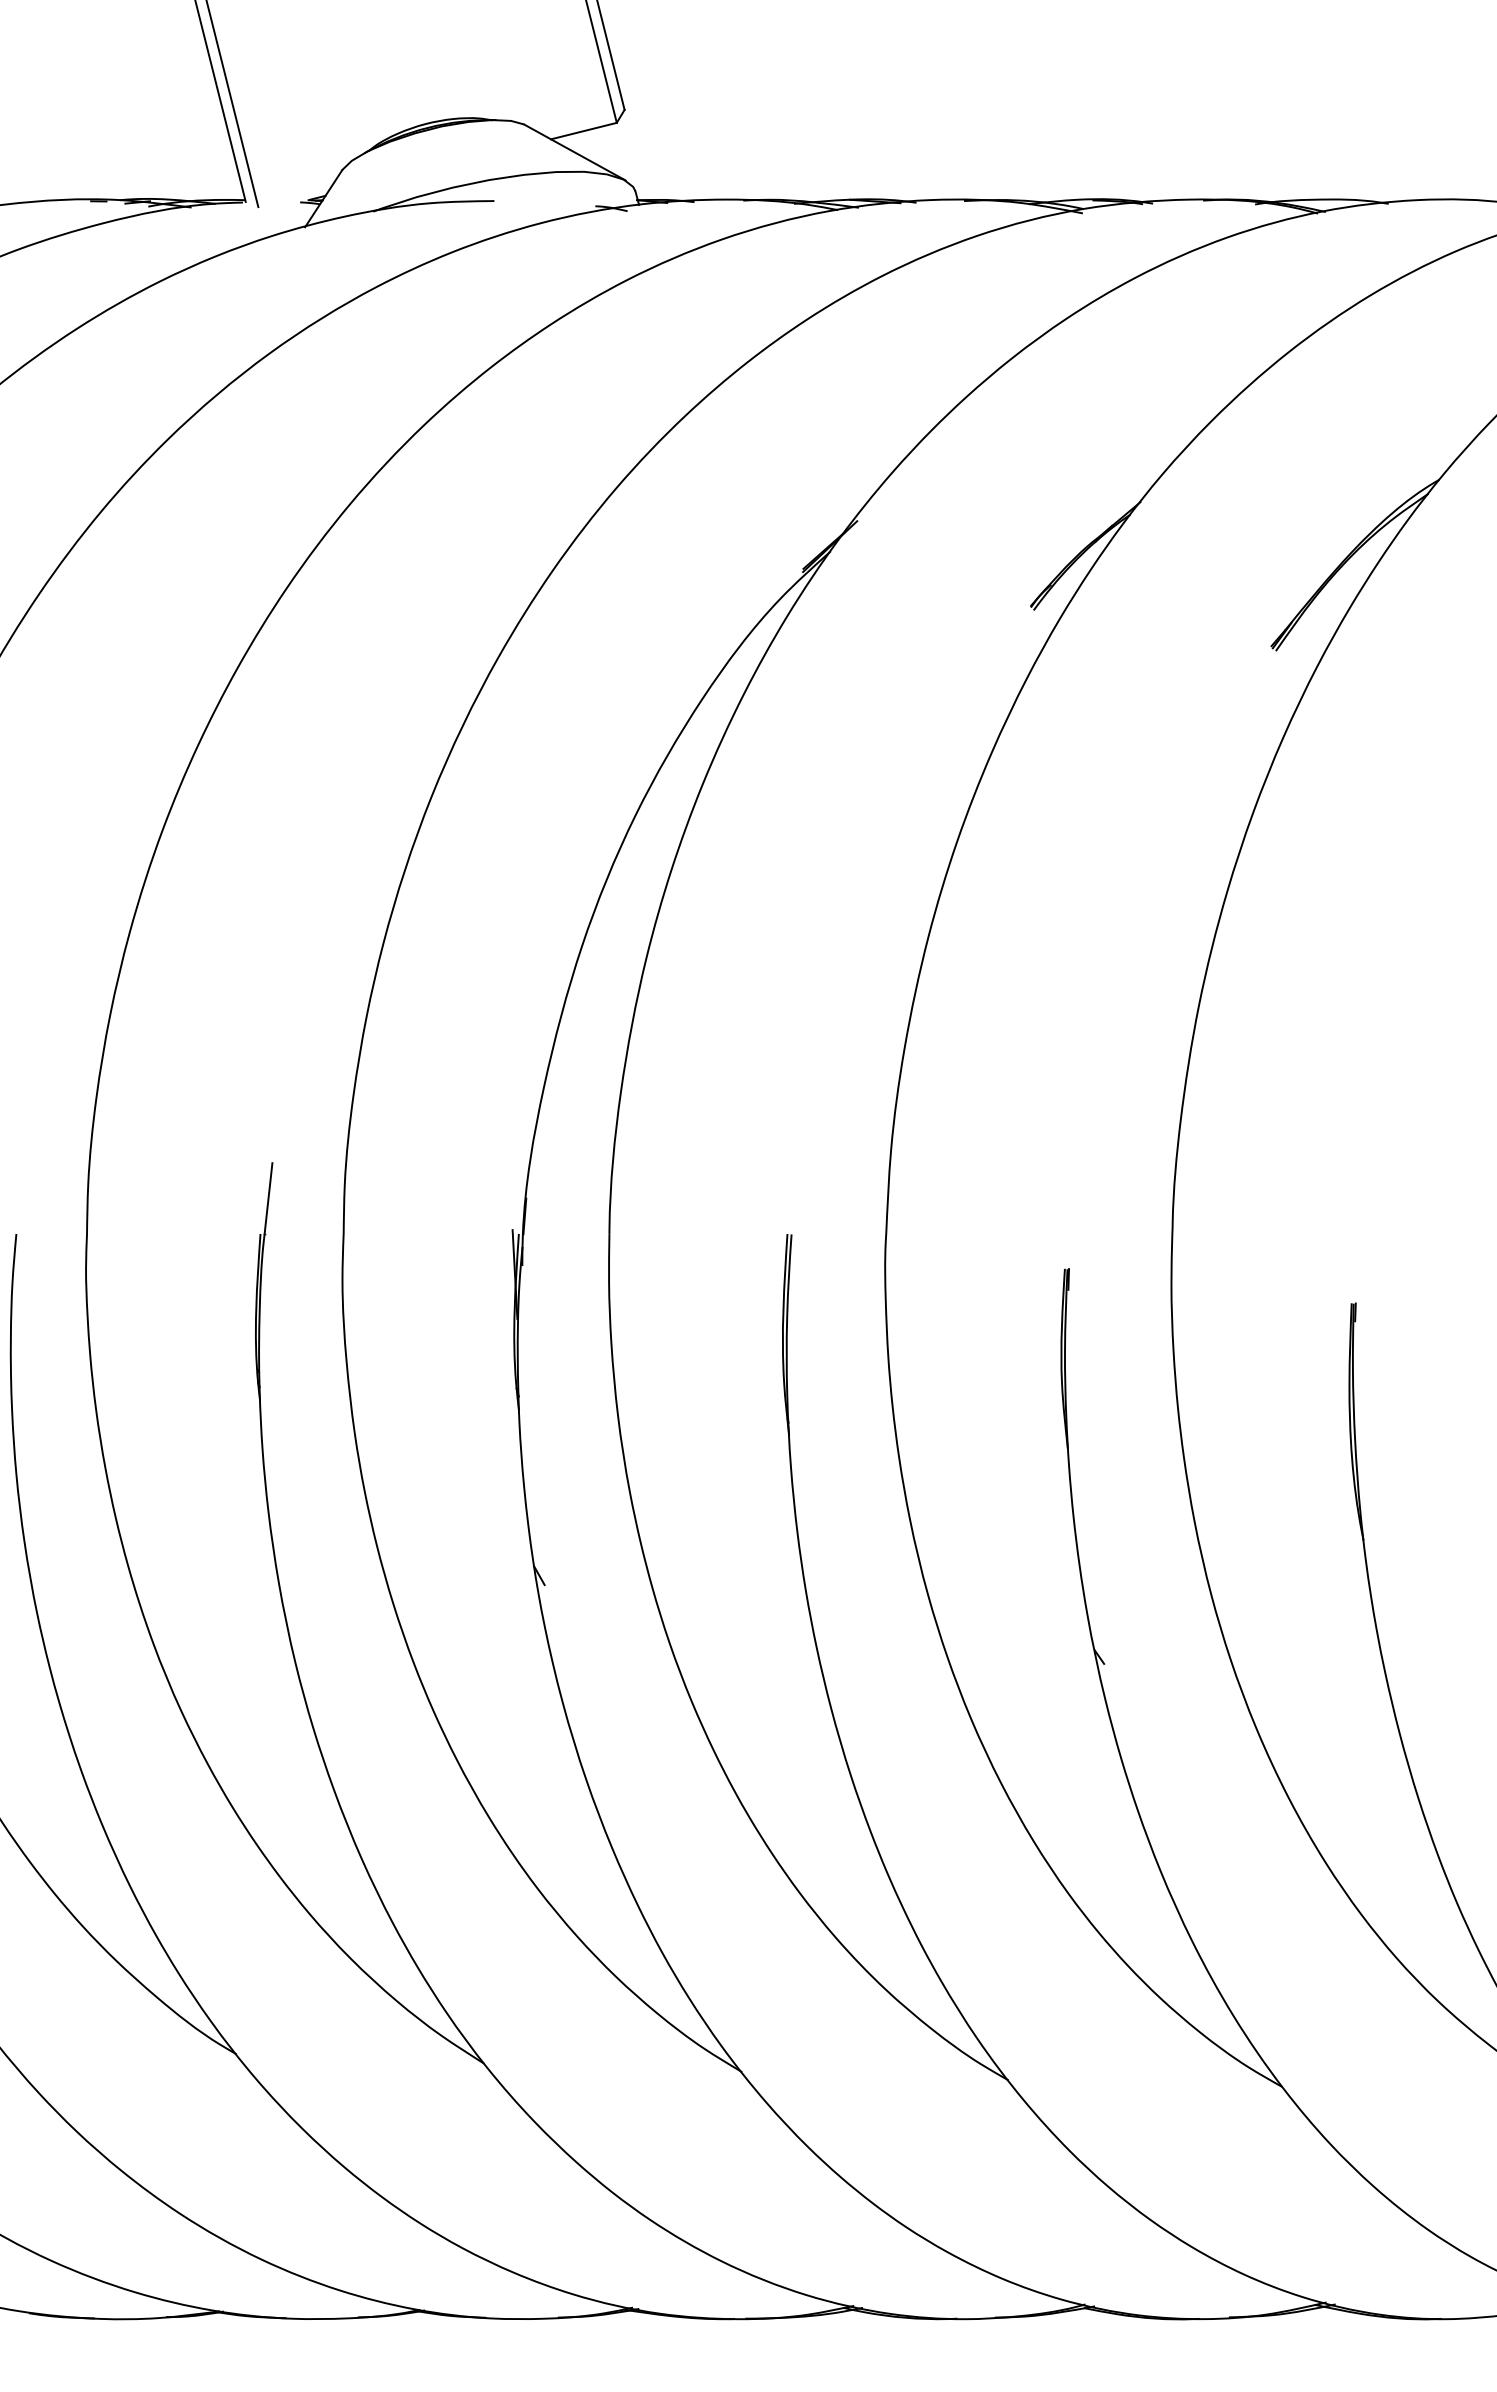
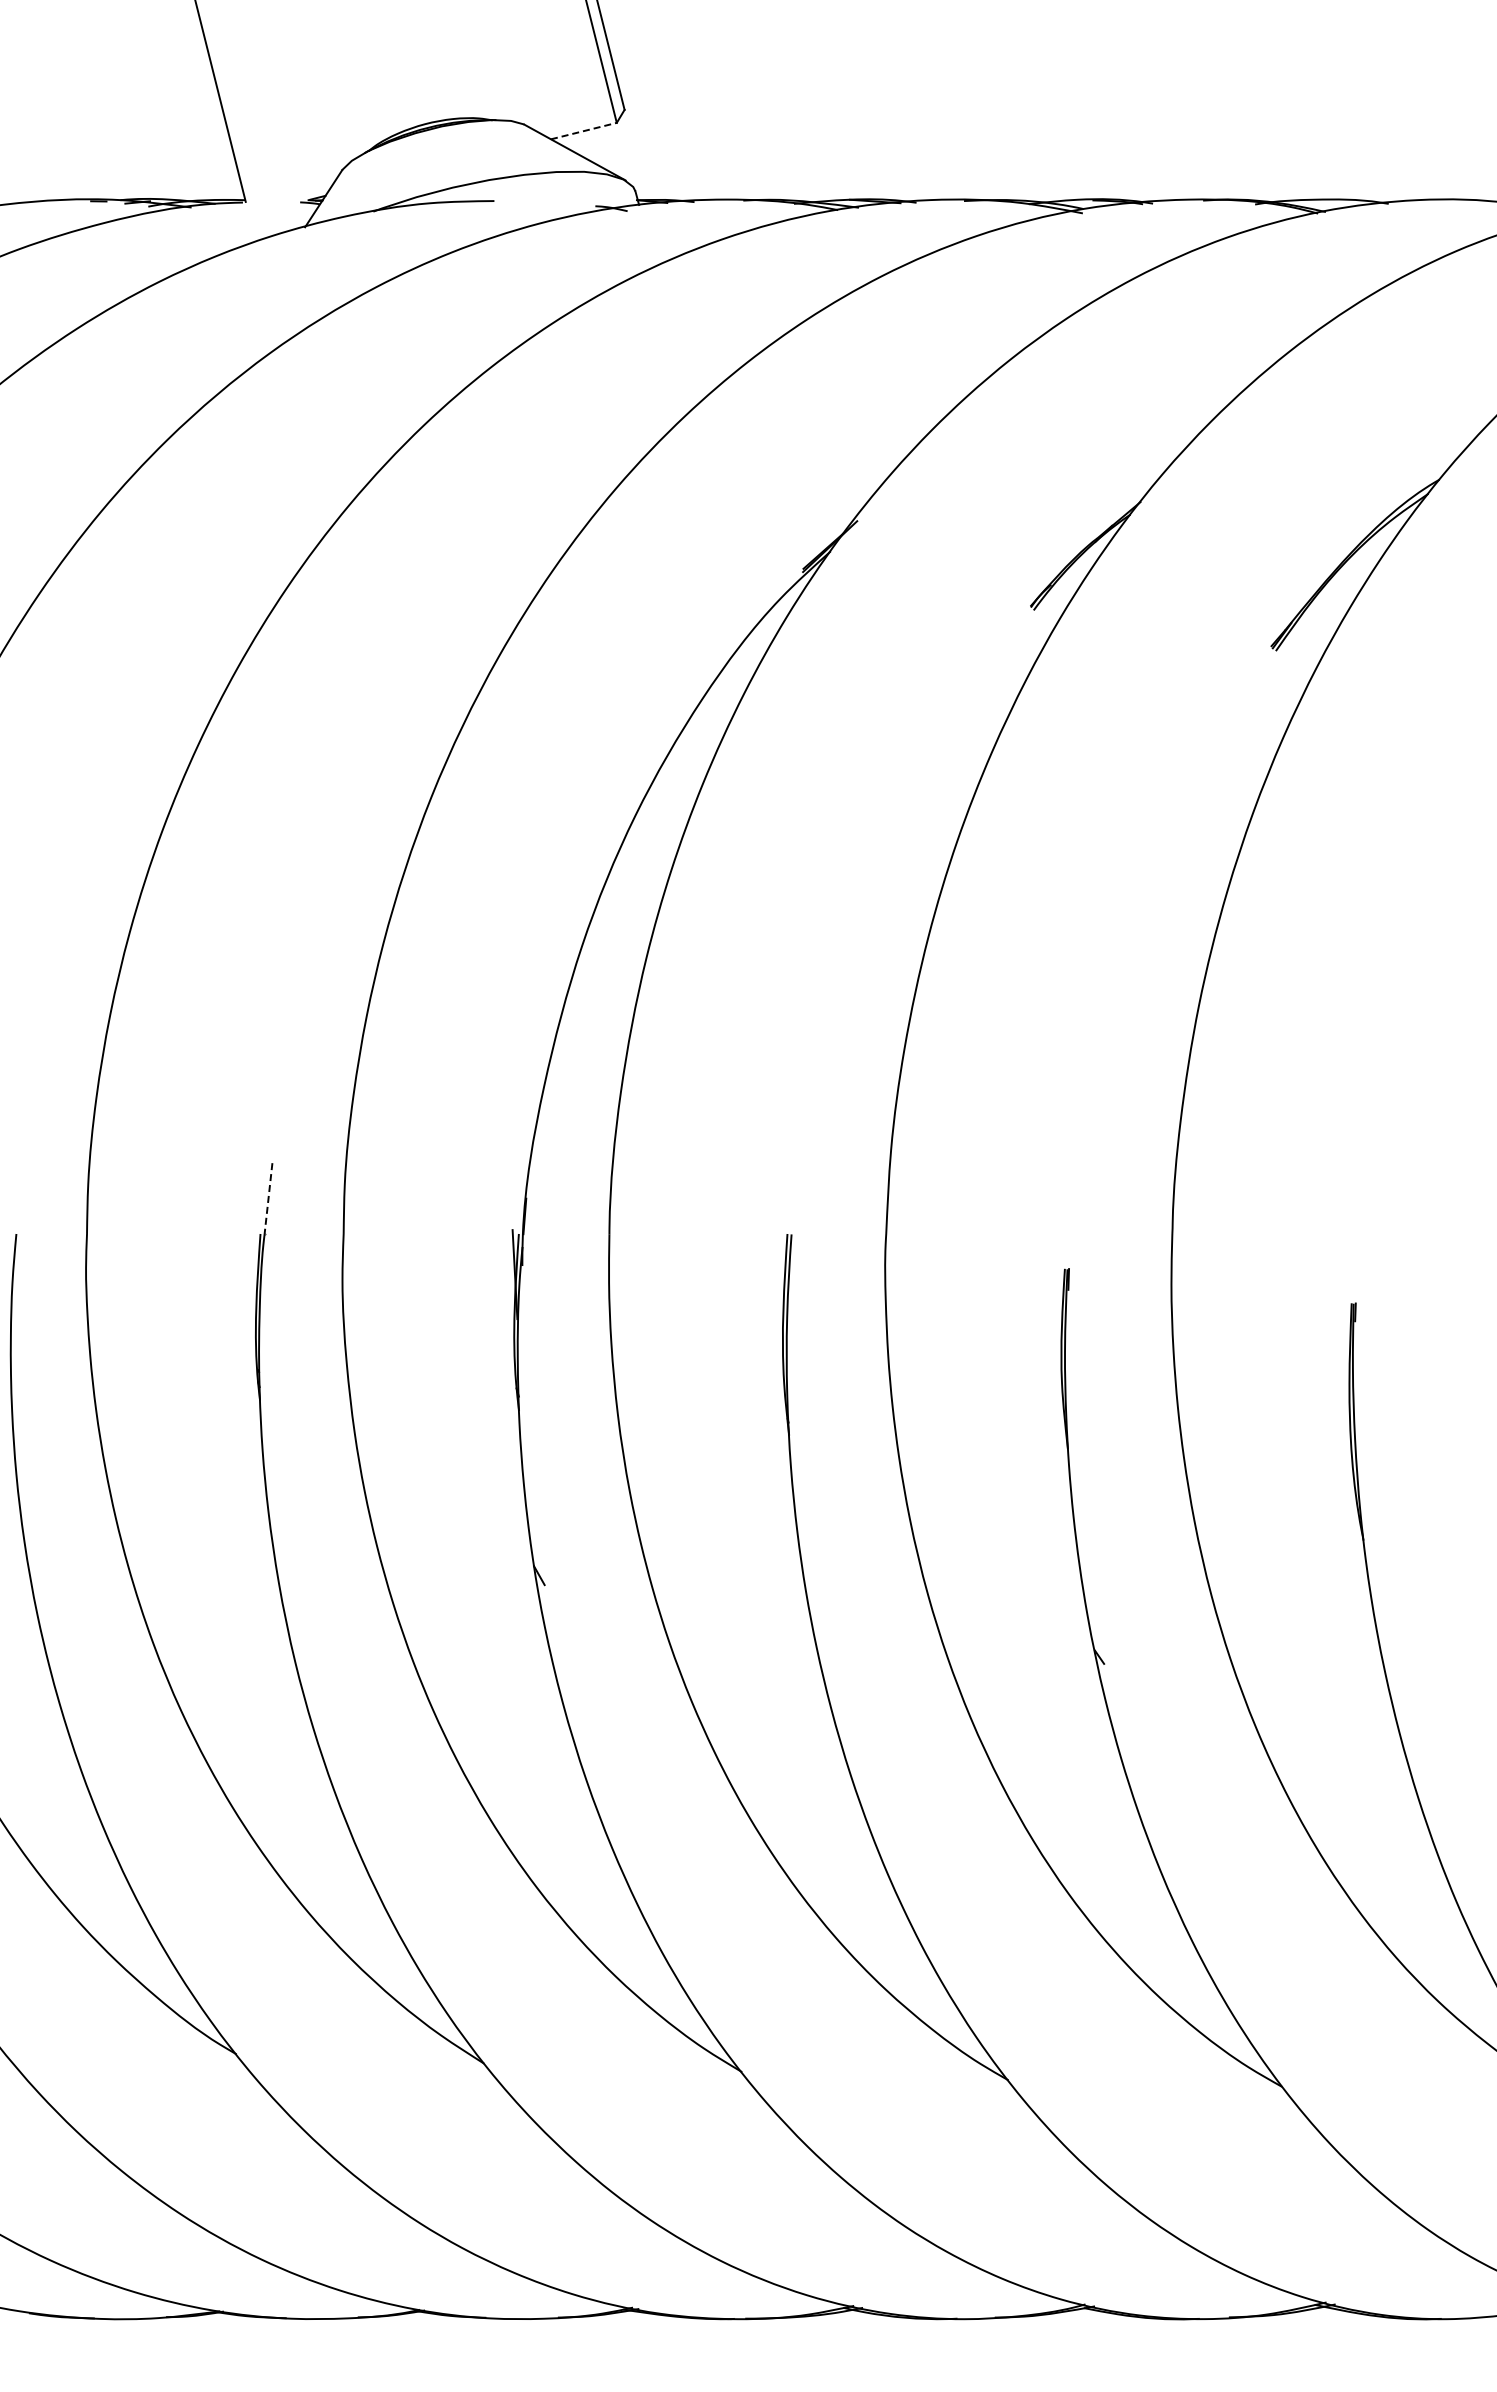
line at (232, 104): present -> none
line at (583, 131): solid -> dashed
line at (268, 1198): solid -> dashed
